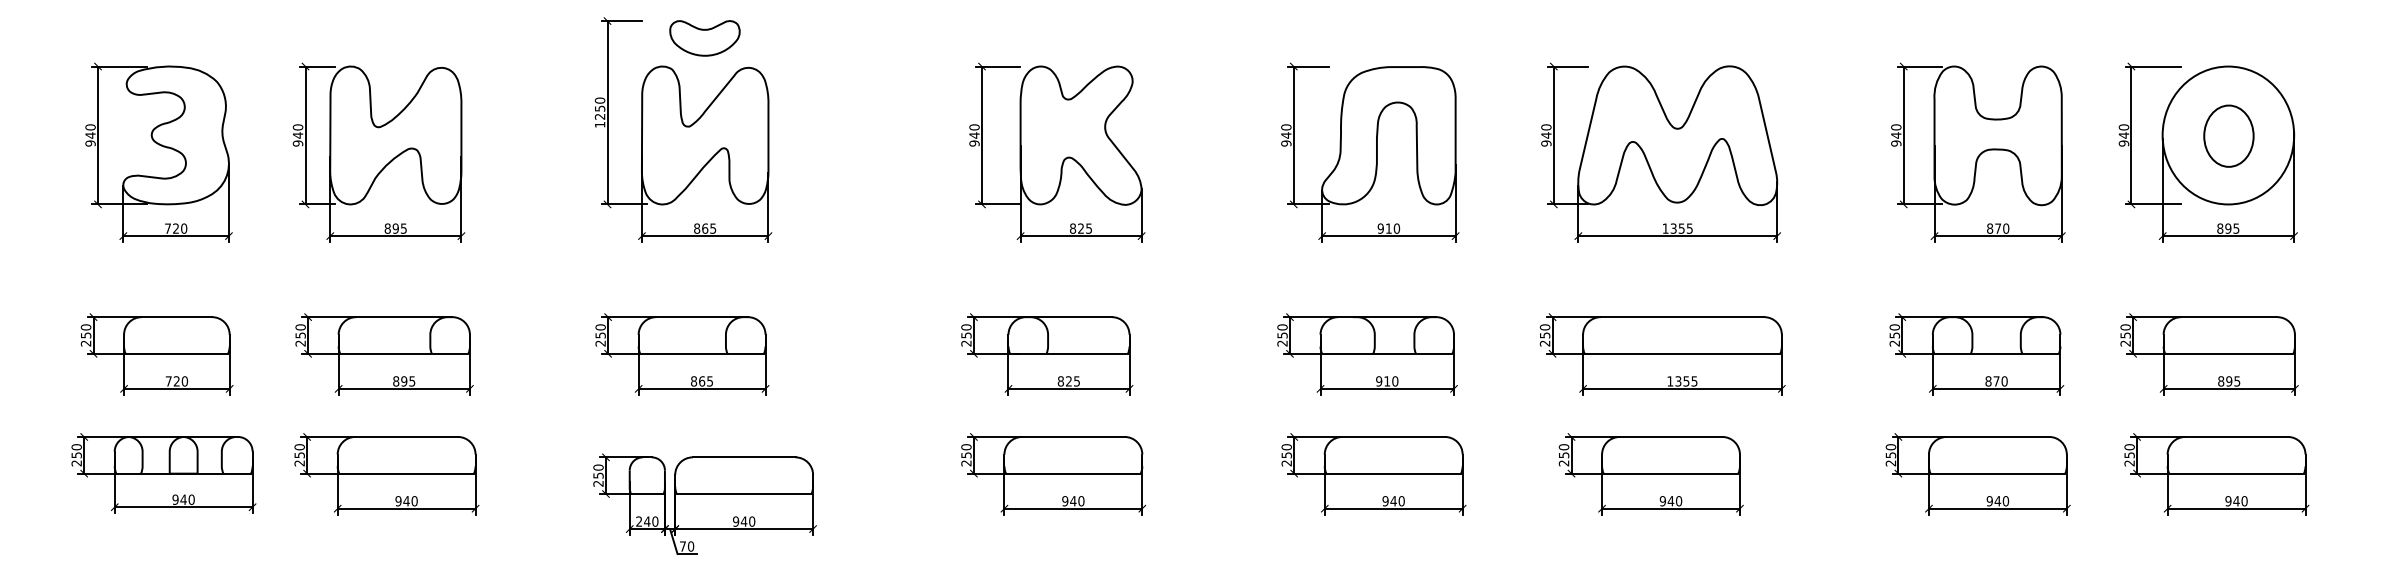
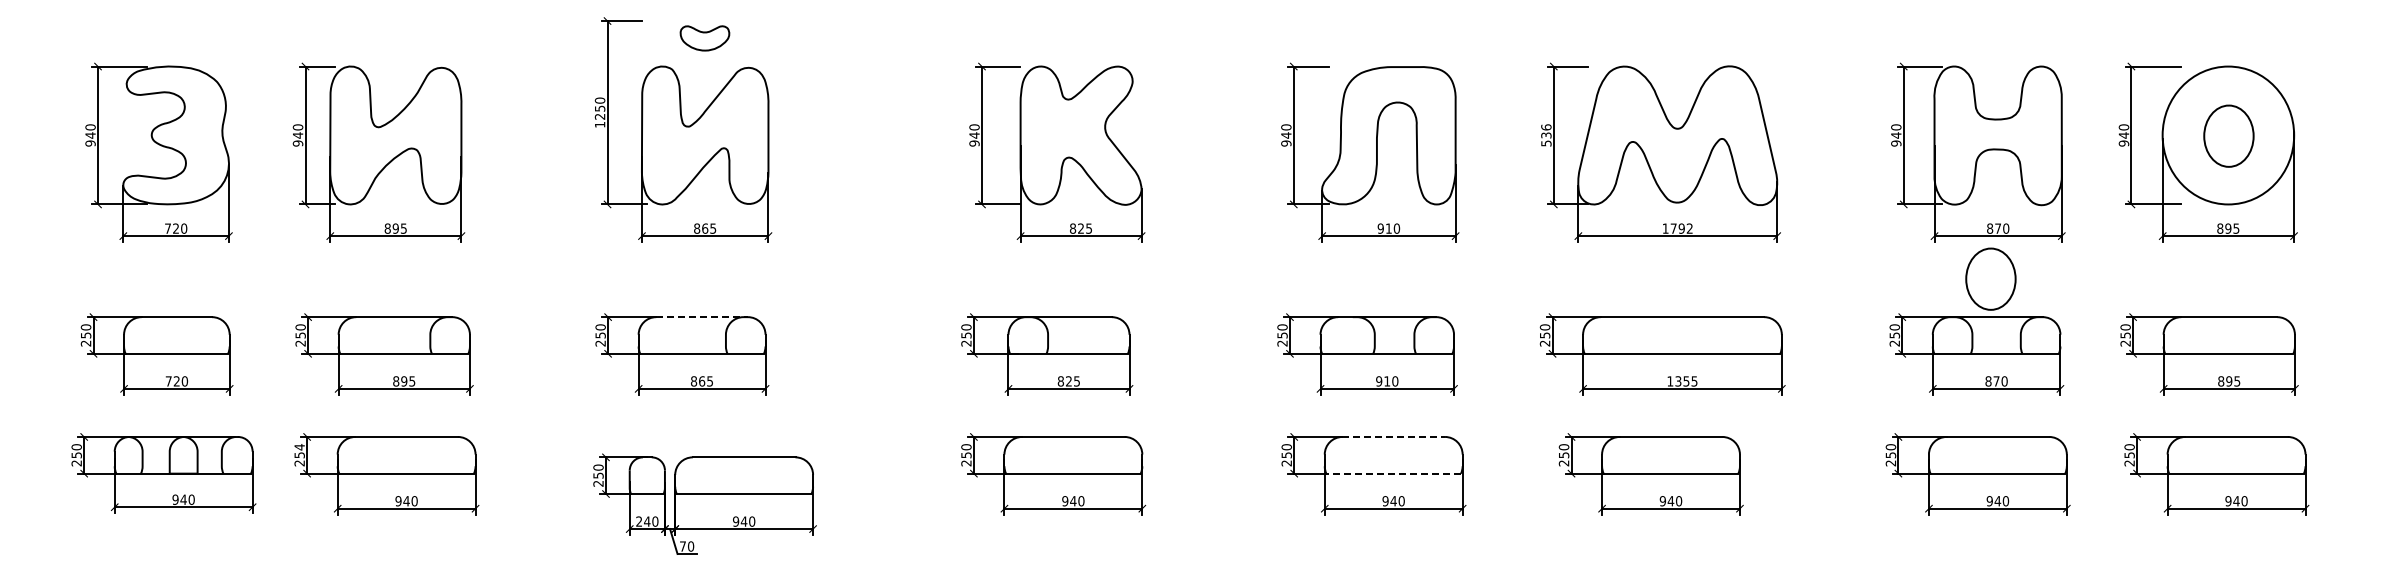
part at (704, 38) size: 72x37 px -> 52x27 px
text at (1546, 135): 940 -> 536
text at (1681, 228): 1355 -> 1792
part at (1990, 278): none -> present
line at (702, 317): solid -> dashed
line at (1394, 436): solid -> dashed
text at (299, 447): 250 -> 254
line at (1393, 473): solid -> dashed
